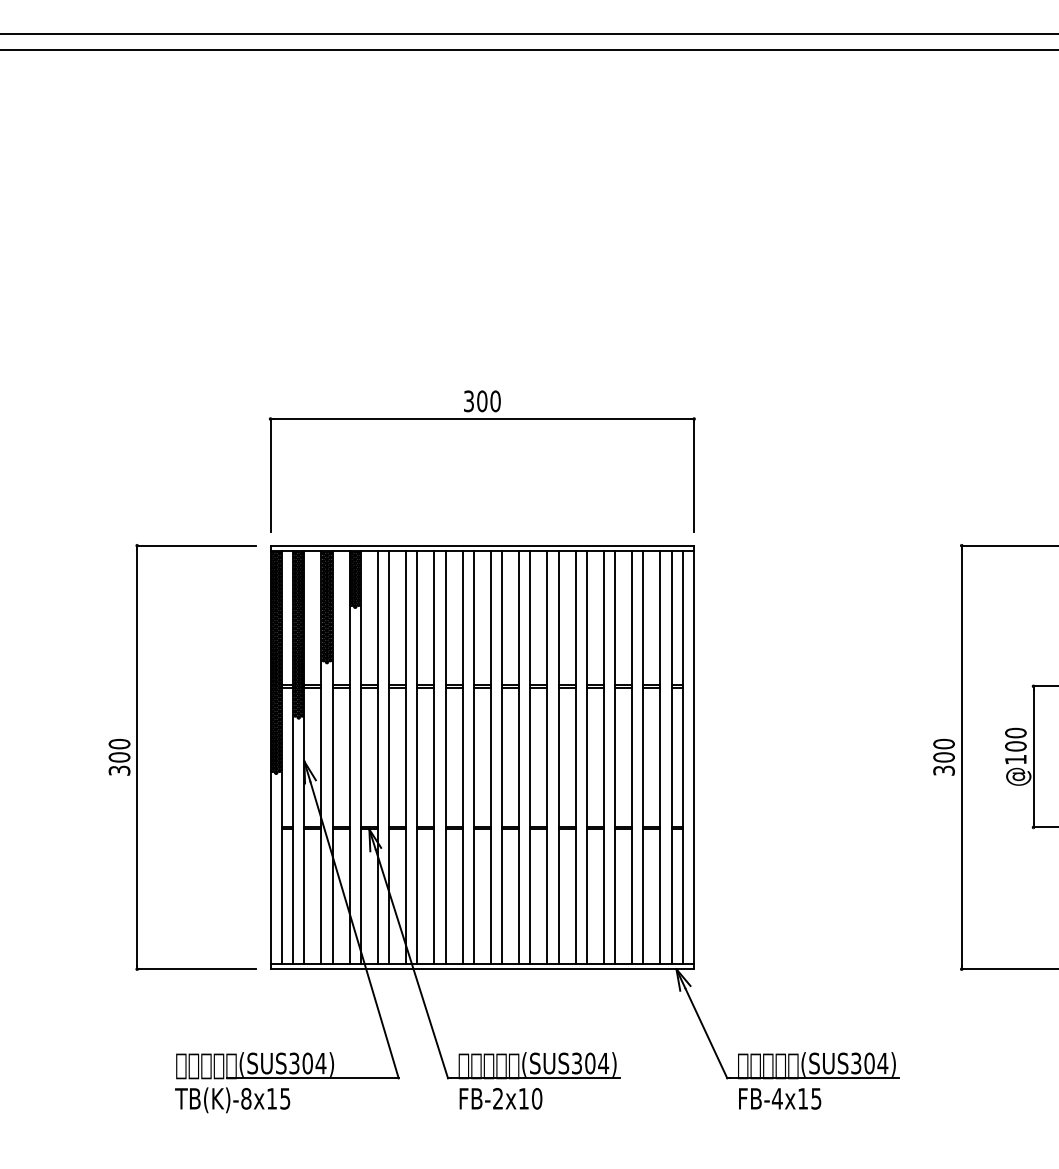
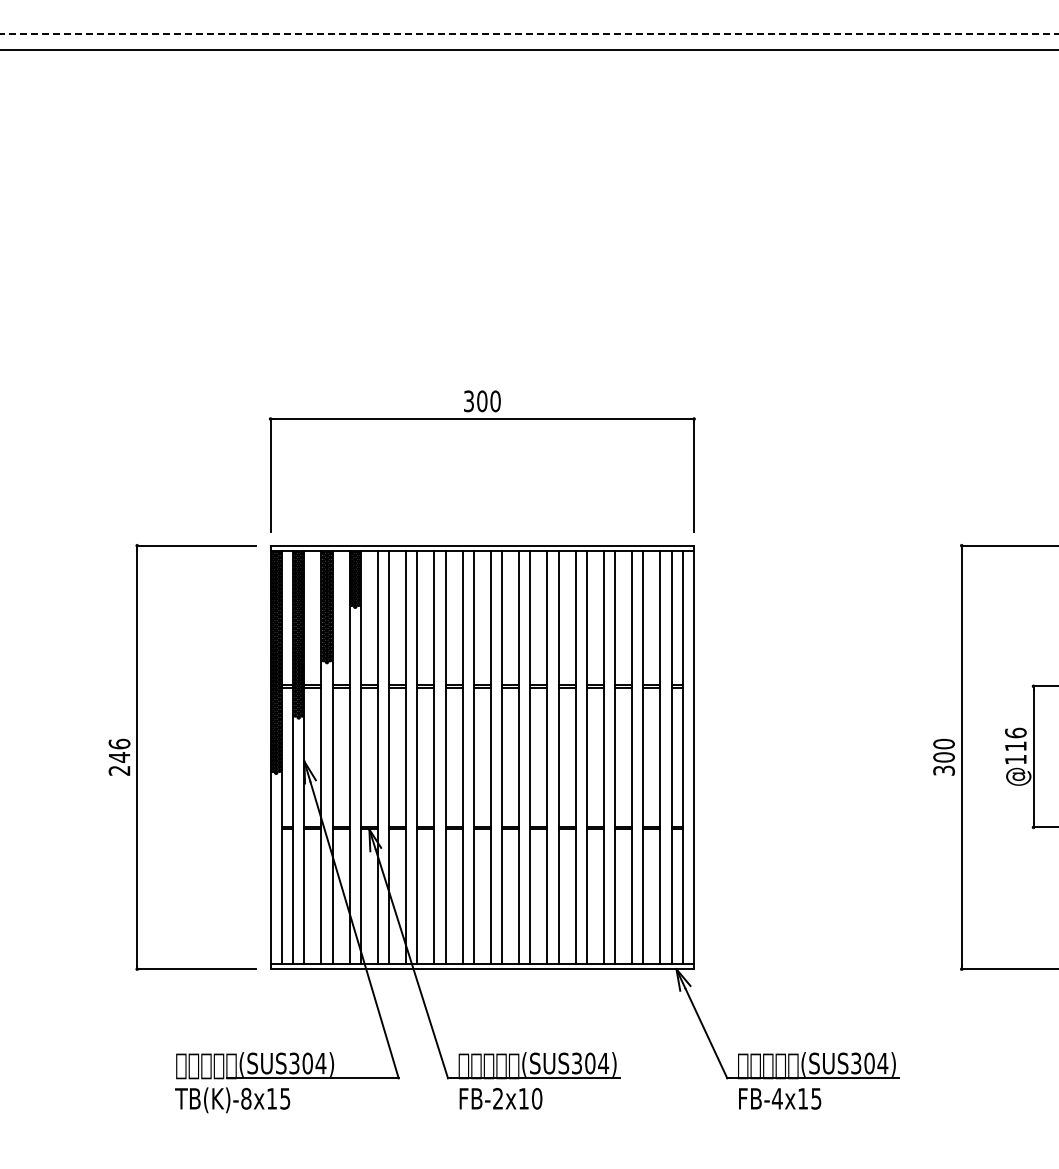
line at (529, 34): solid -> dashed
text at (1015, 739): @100 -> @116
text at (119, 756): 300 -> 246
